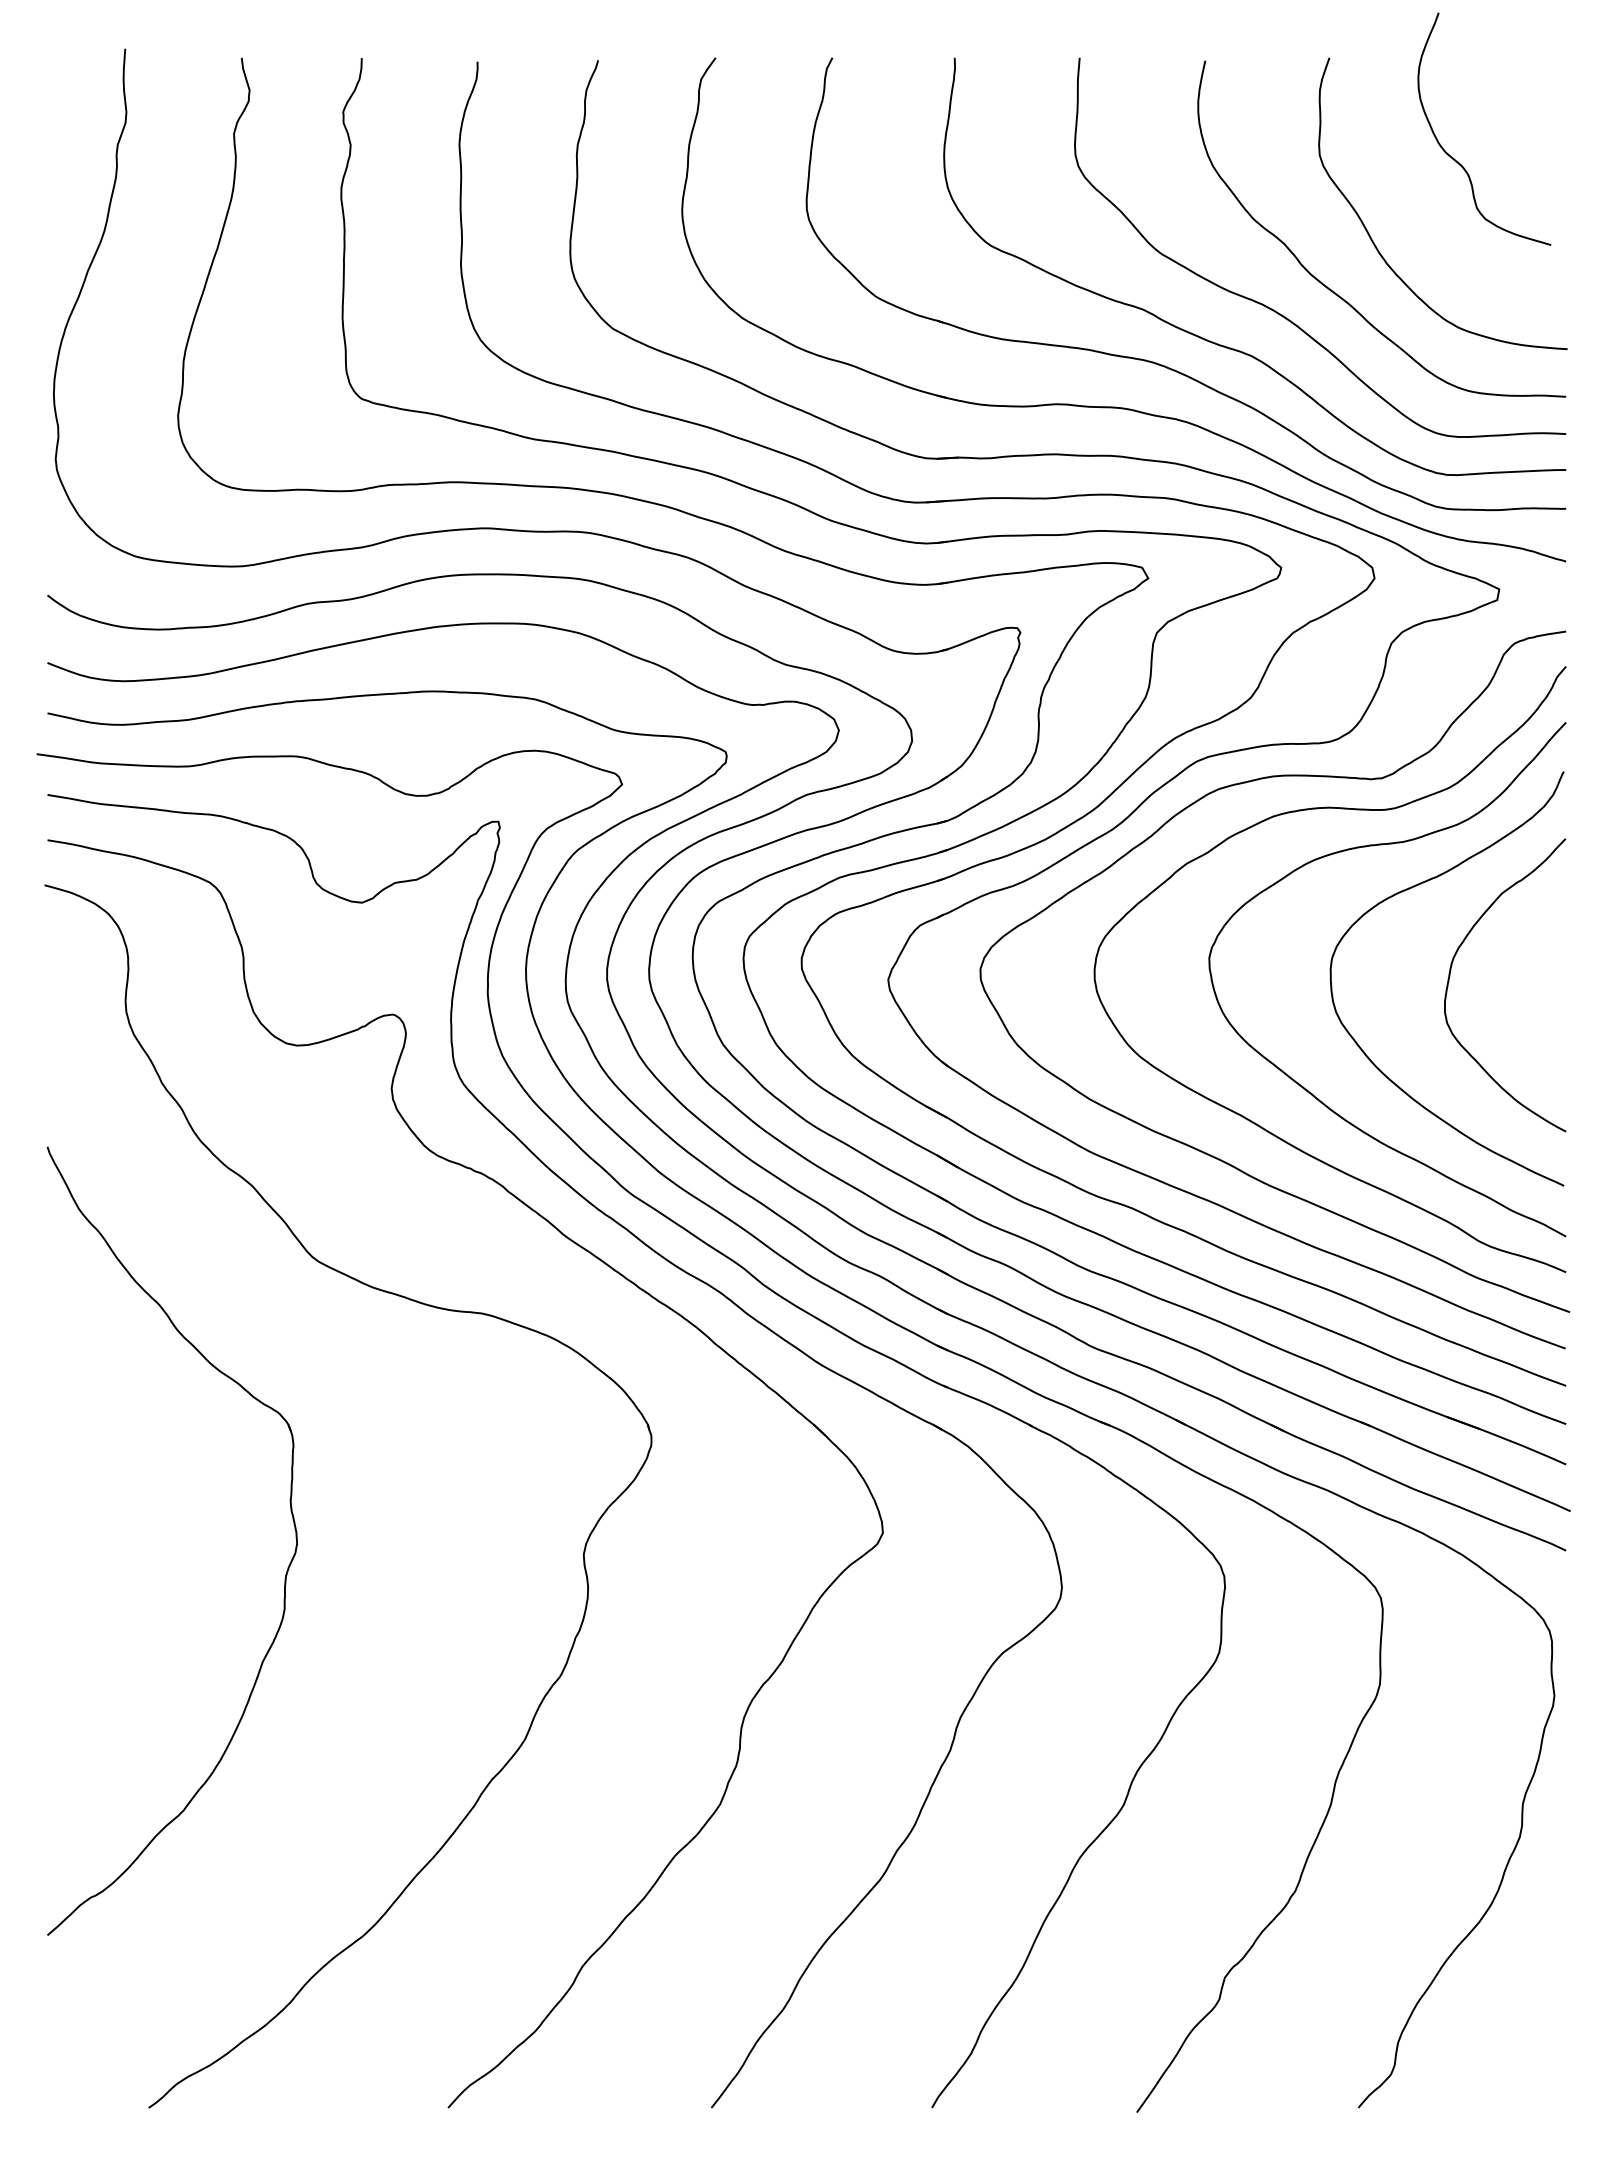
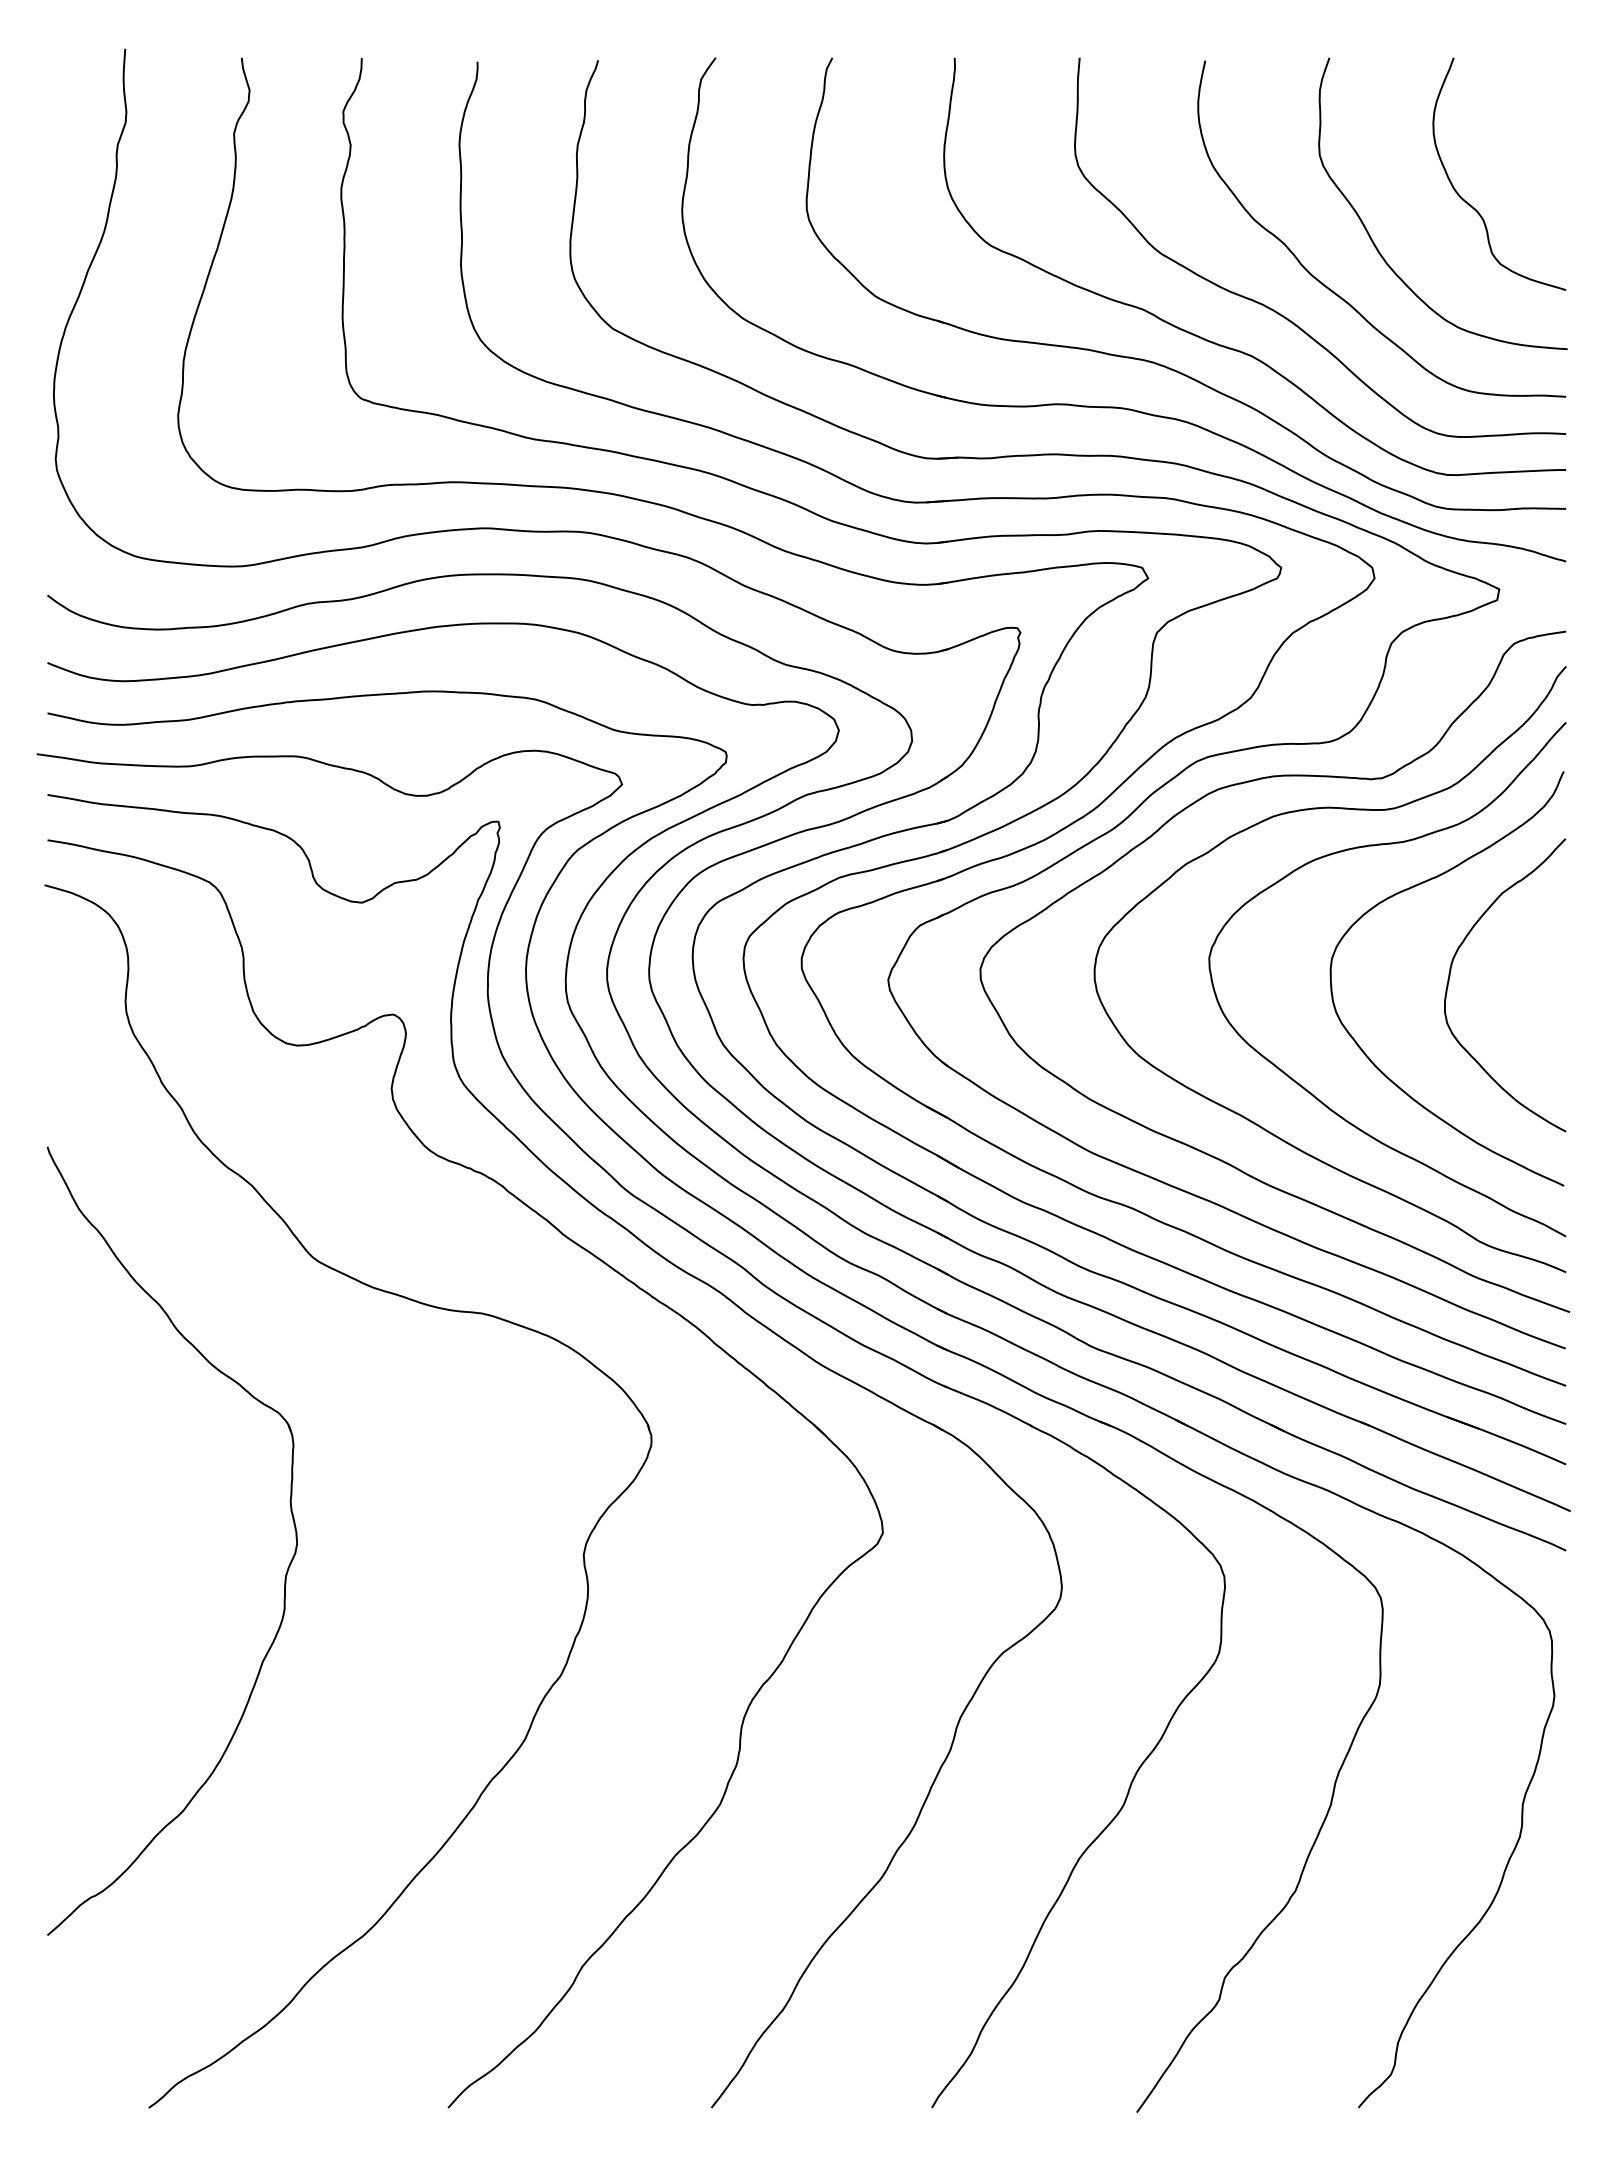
curve at (1458, 161) position: (1458, 161) -> (1473, 206)
